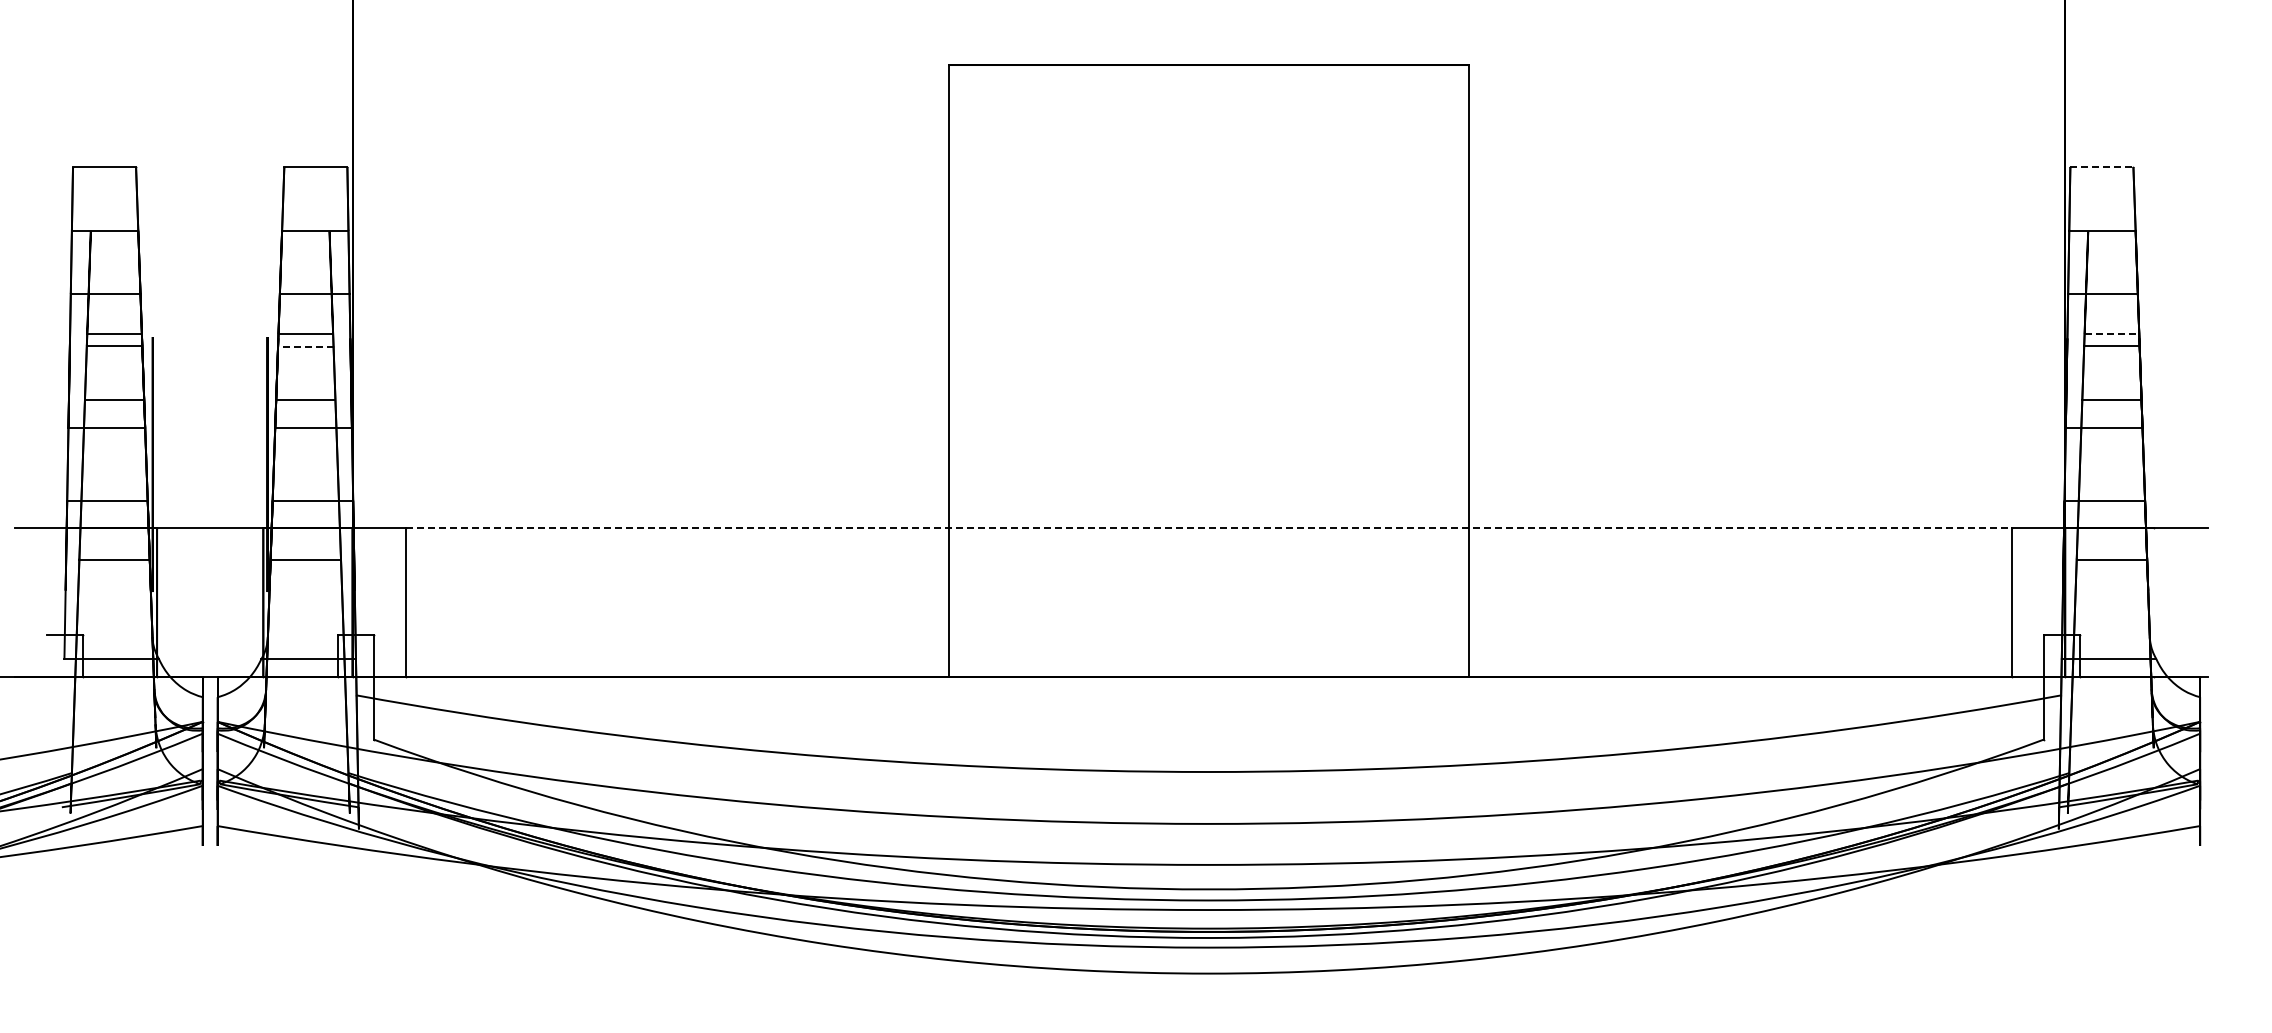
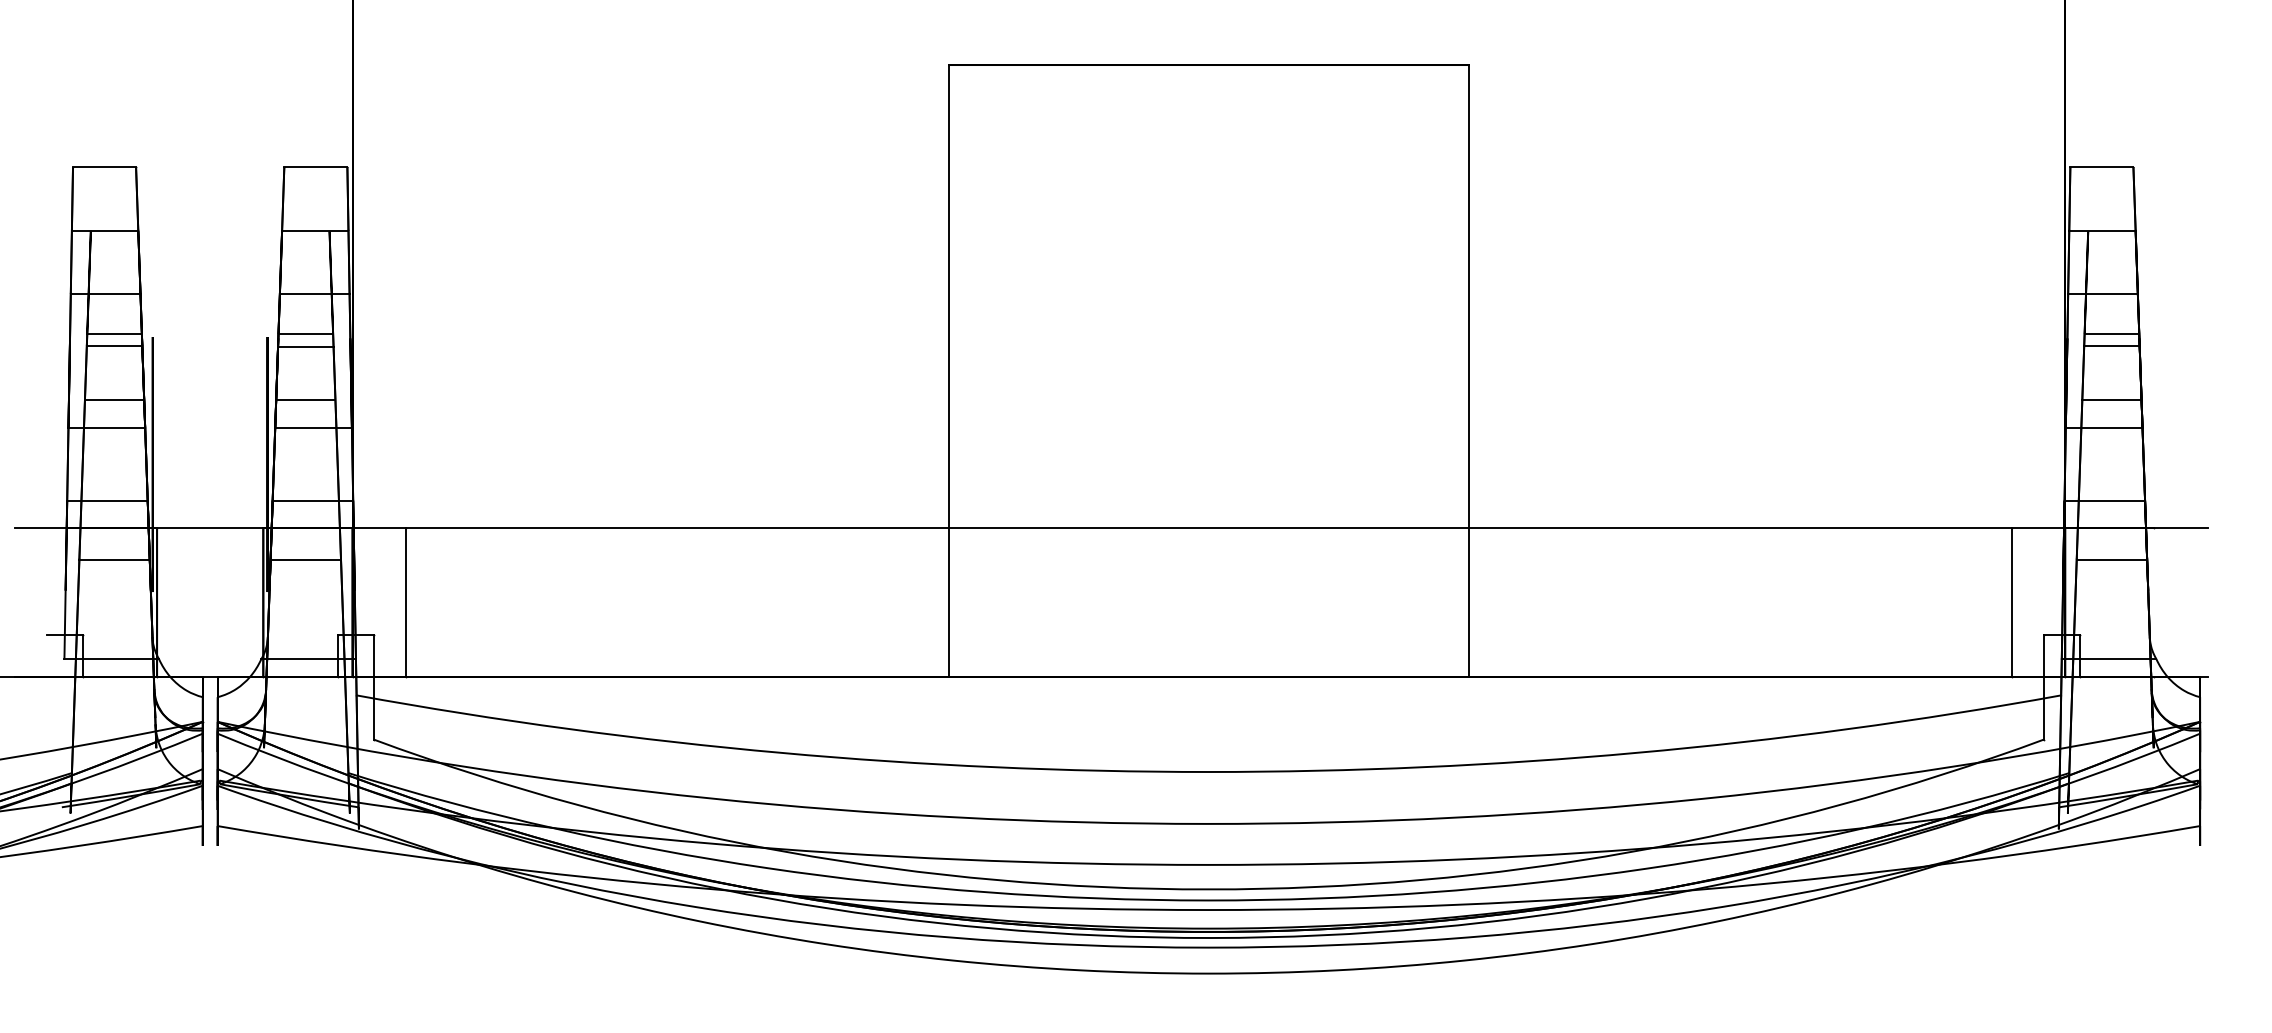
line at (2101, 167): dashed -> solid
line at (2112, 334): dashed -> solid
line at (305, 347): dashed -> solid
line at (1209, 528): dashed -> solid
